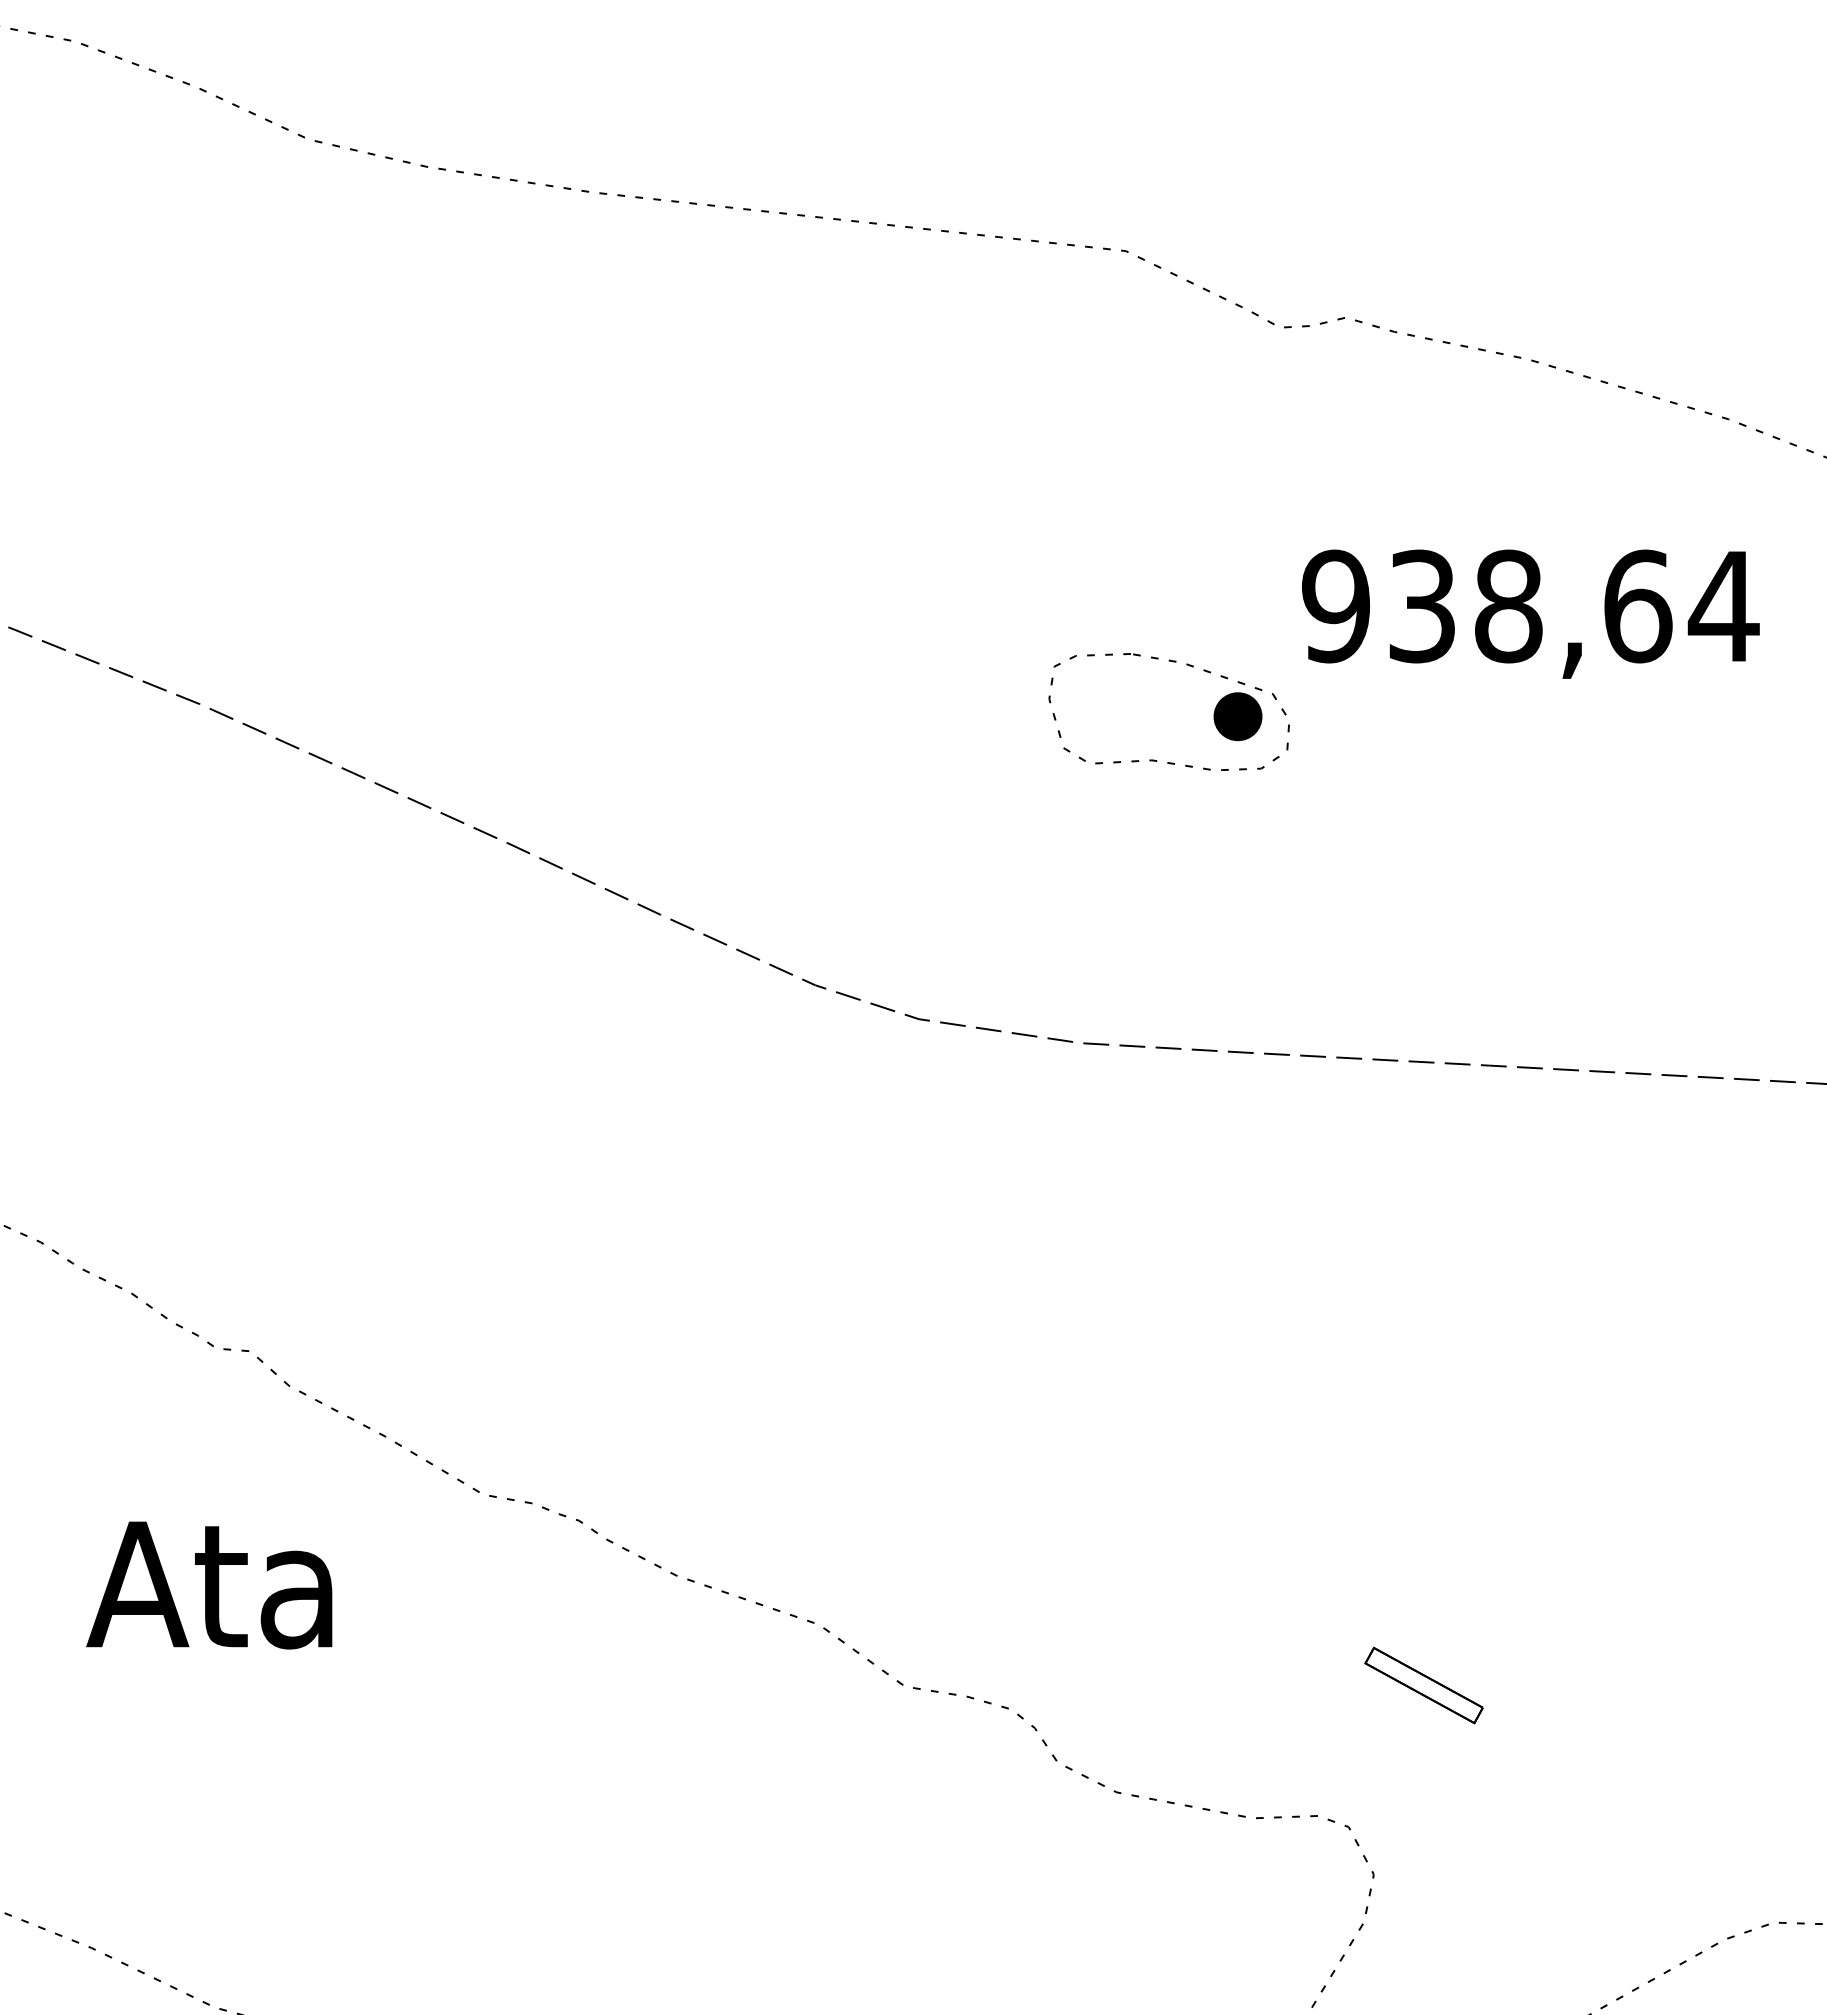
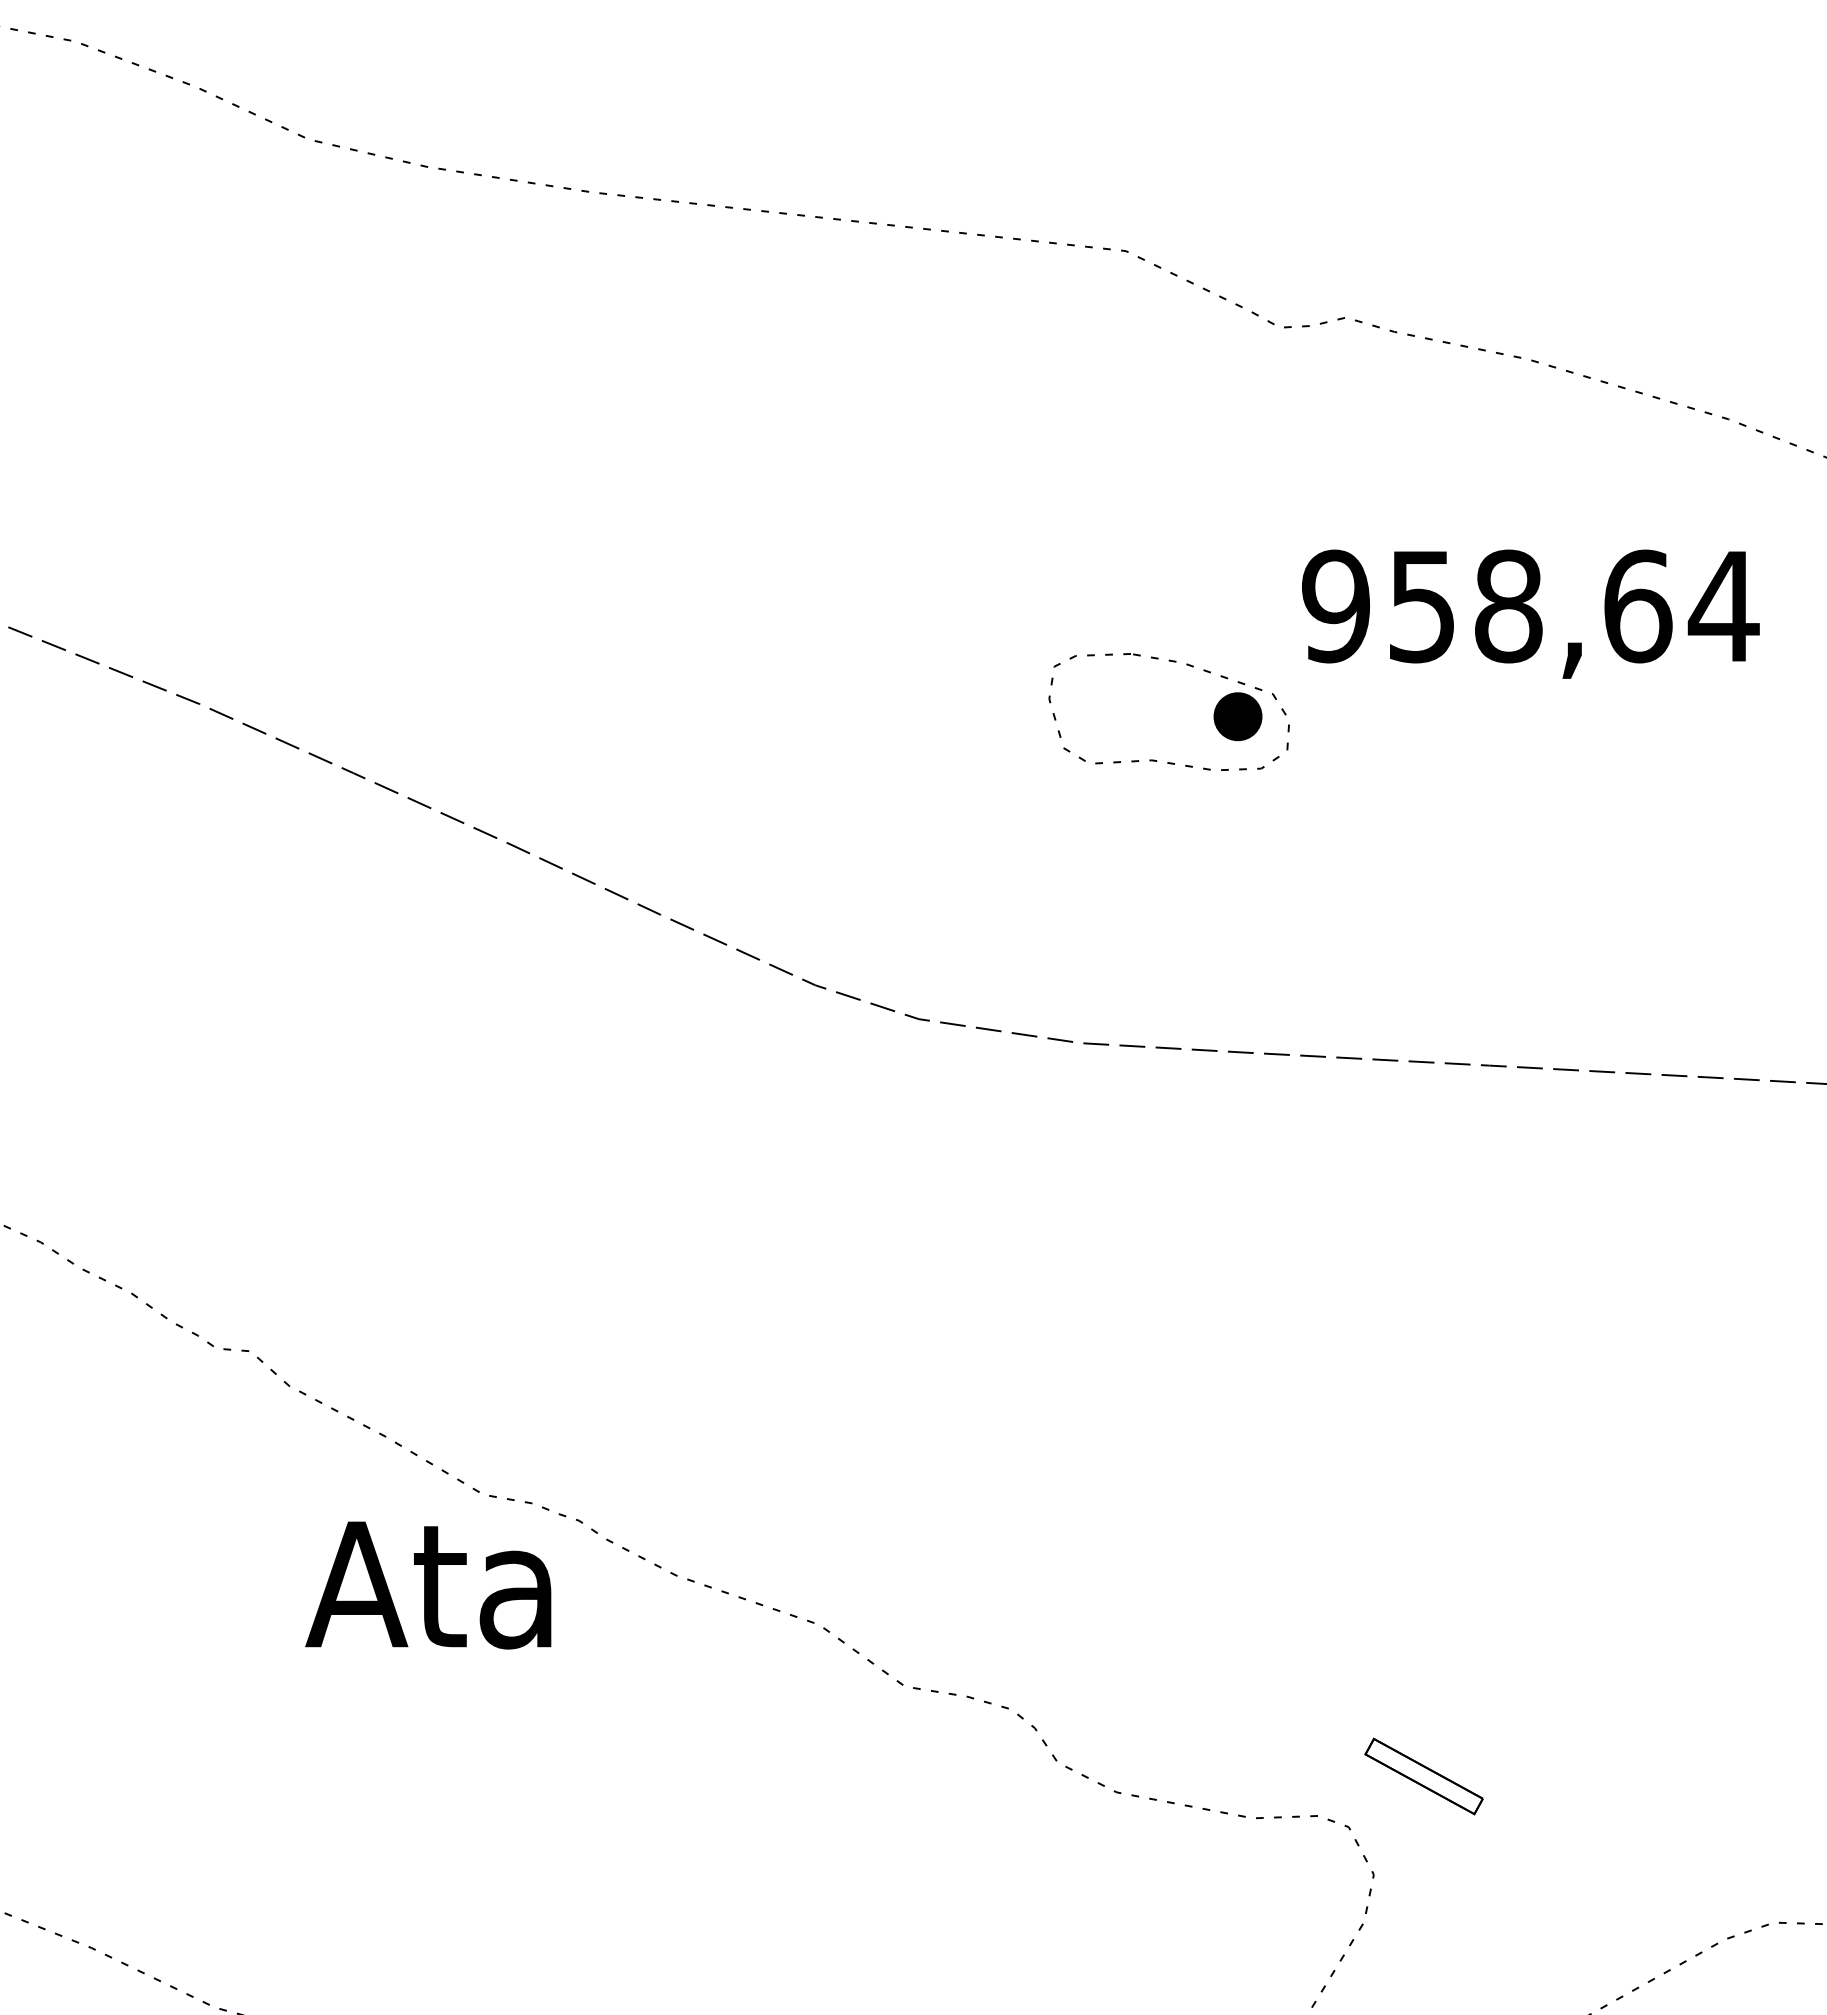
text at (1421, 606): 938,64 -> 958,64
text at (209, 1585) position: (209, 1585) -> (428, 1585)
part at (1423, 1685) position: (1423, 1685) -> (1423, 1776)
